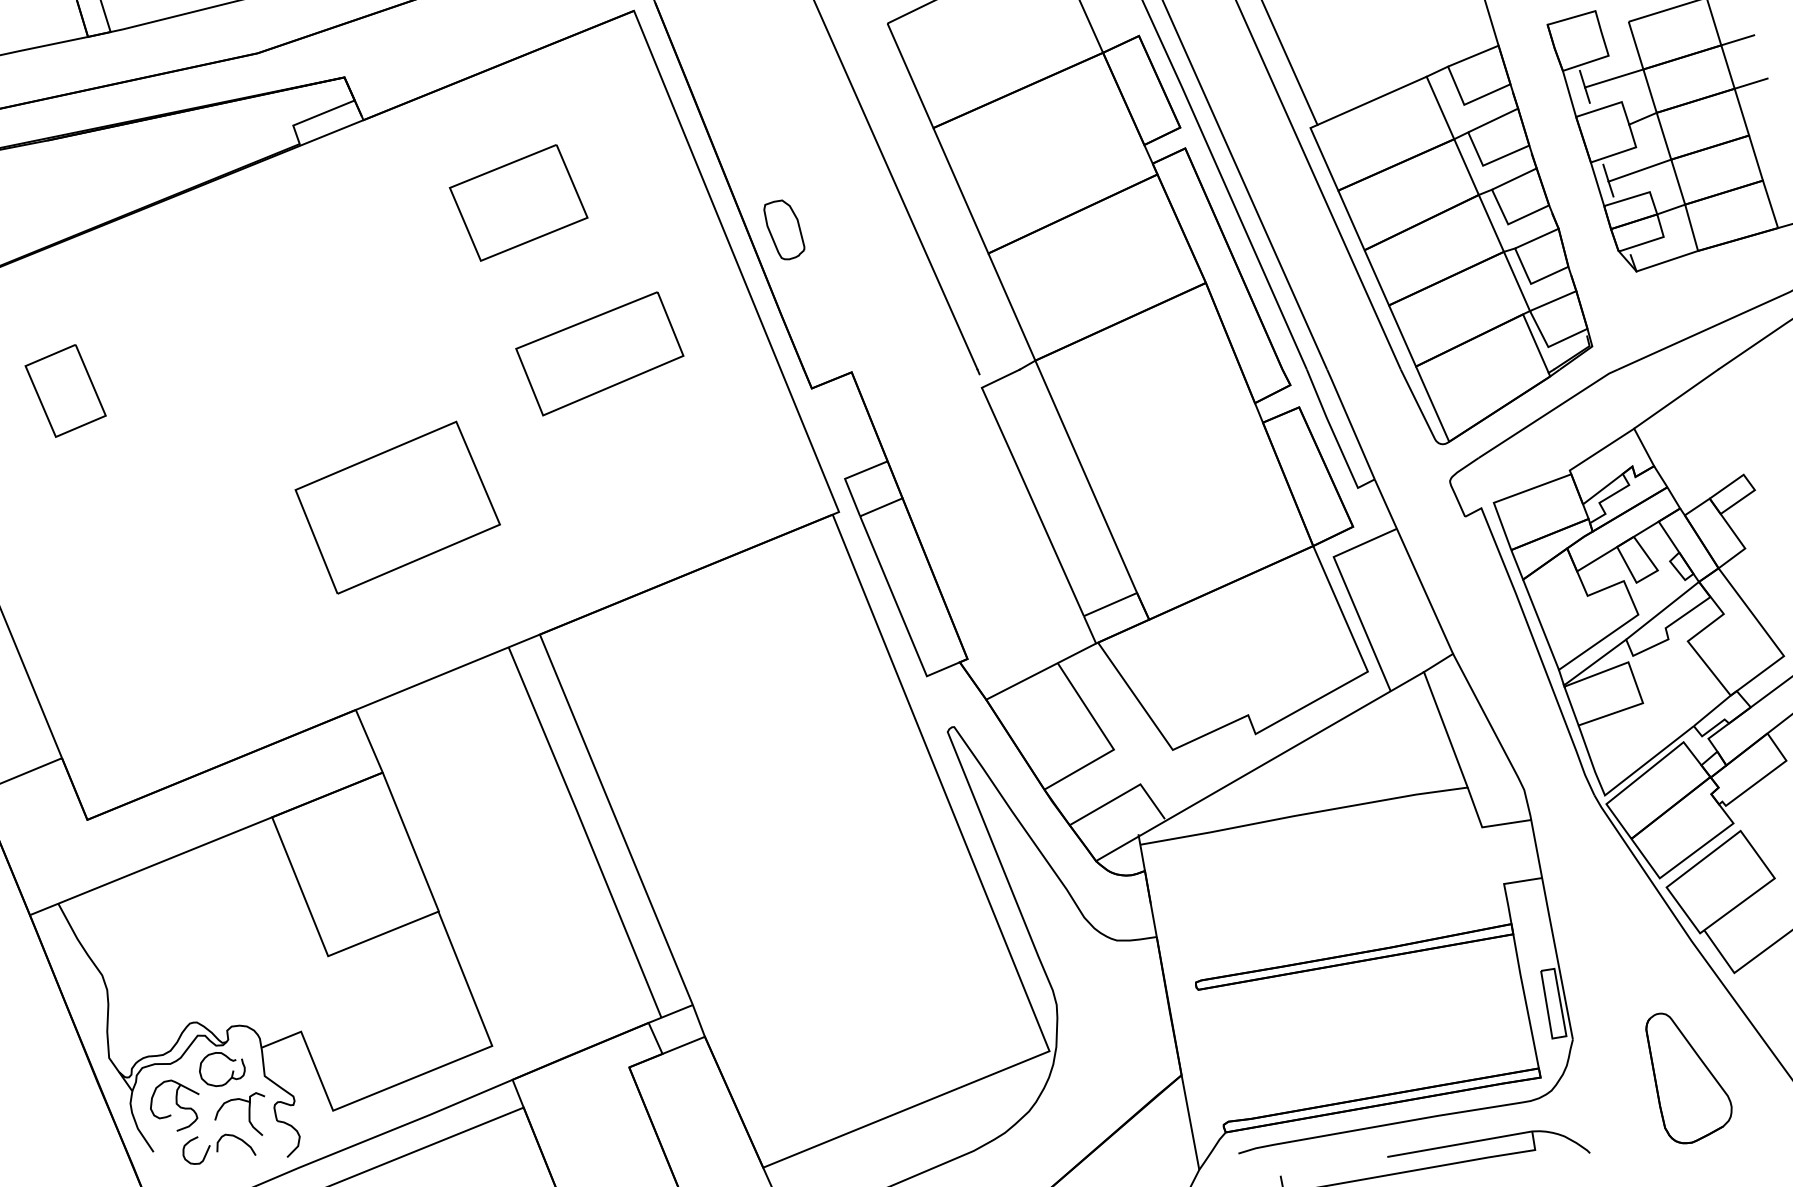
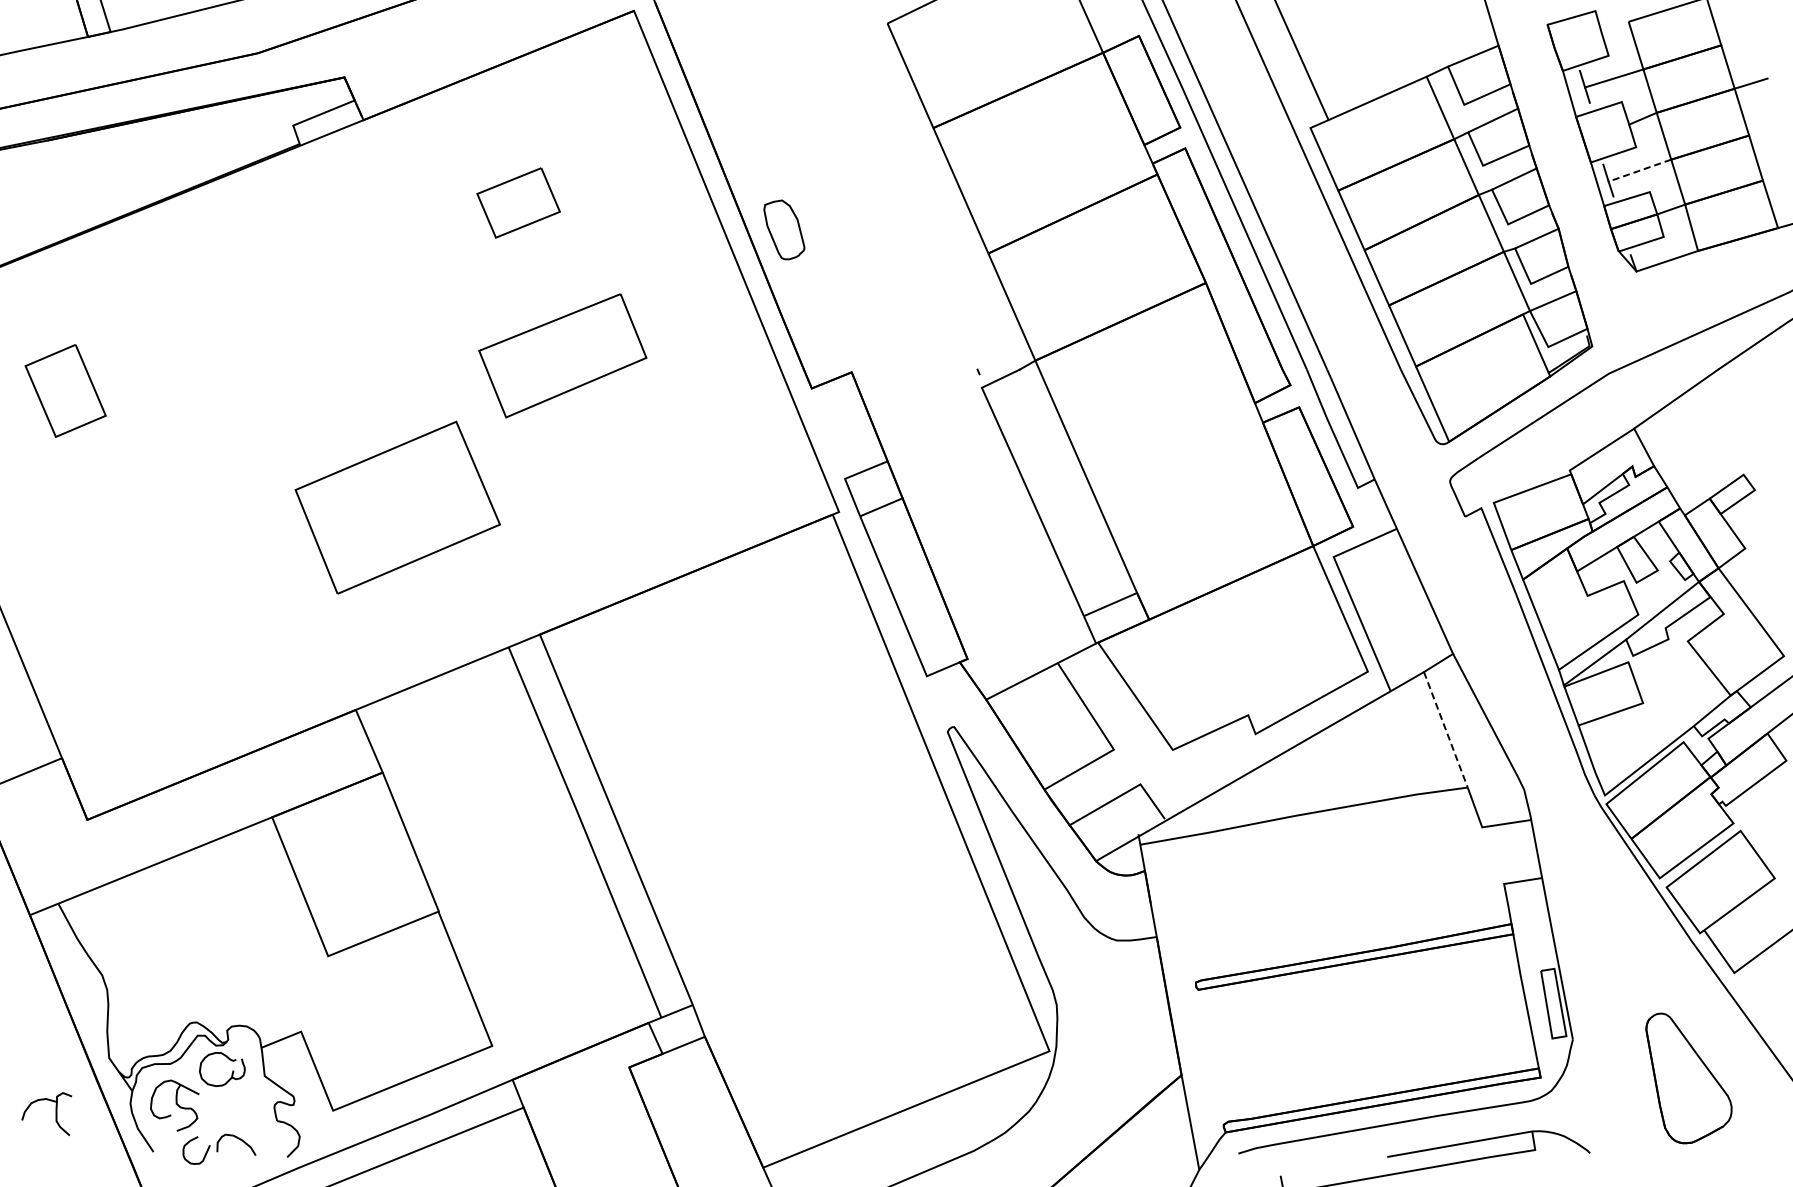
line at (1737, 40): present -> none
line at (1289, 63) position: (1289, 63) -> (1301, 60)
line at (1639, 170): solid -> dashed
line at (895, 185): present -> none
part at (518, 202) size: 141x118 px -> 85x72 px
part at (599, 353) position: (599, 353) -> (562, 355)
line at (1445, 729): solid -> dashed
part at (248, 1113) position: (248, 1113) -> (55, 1113)
